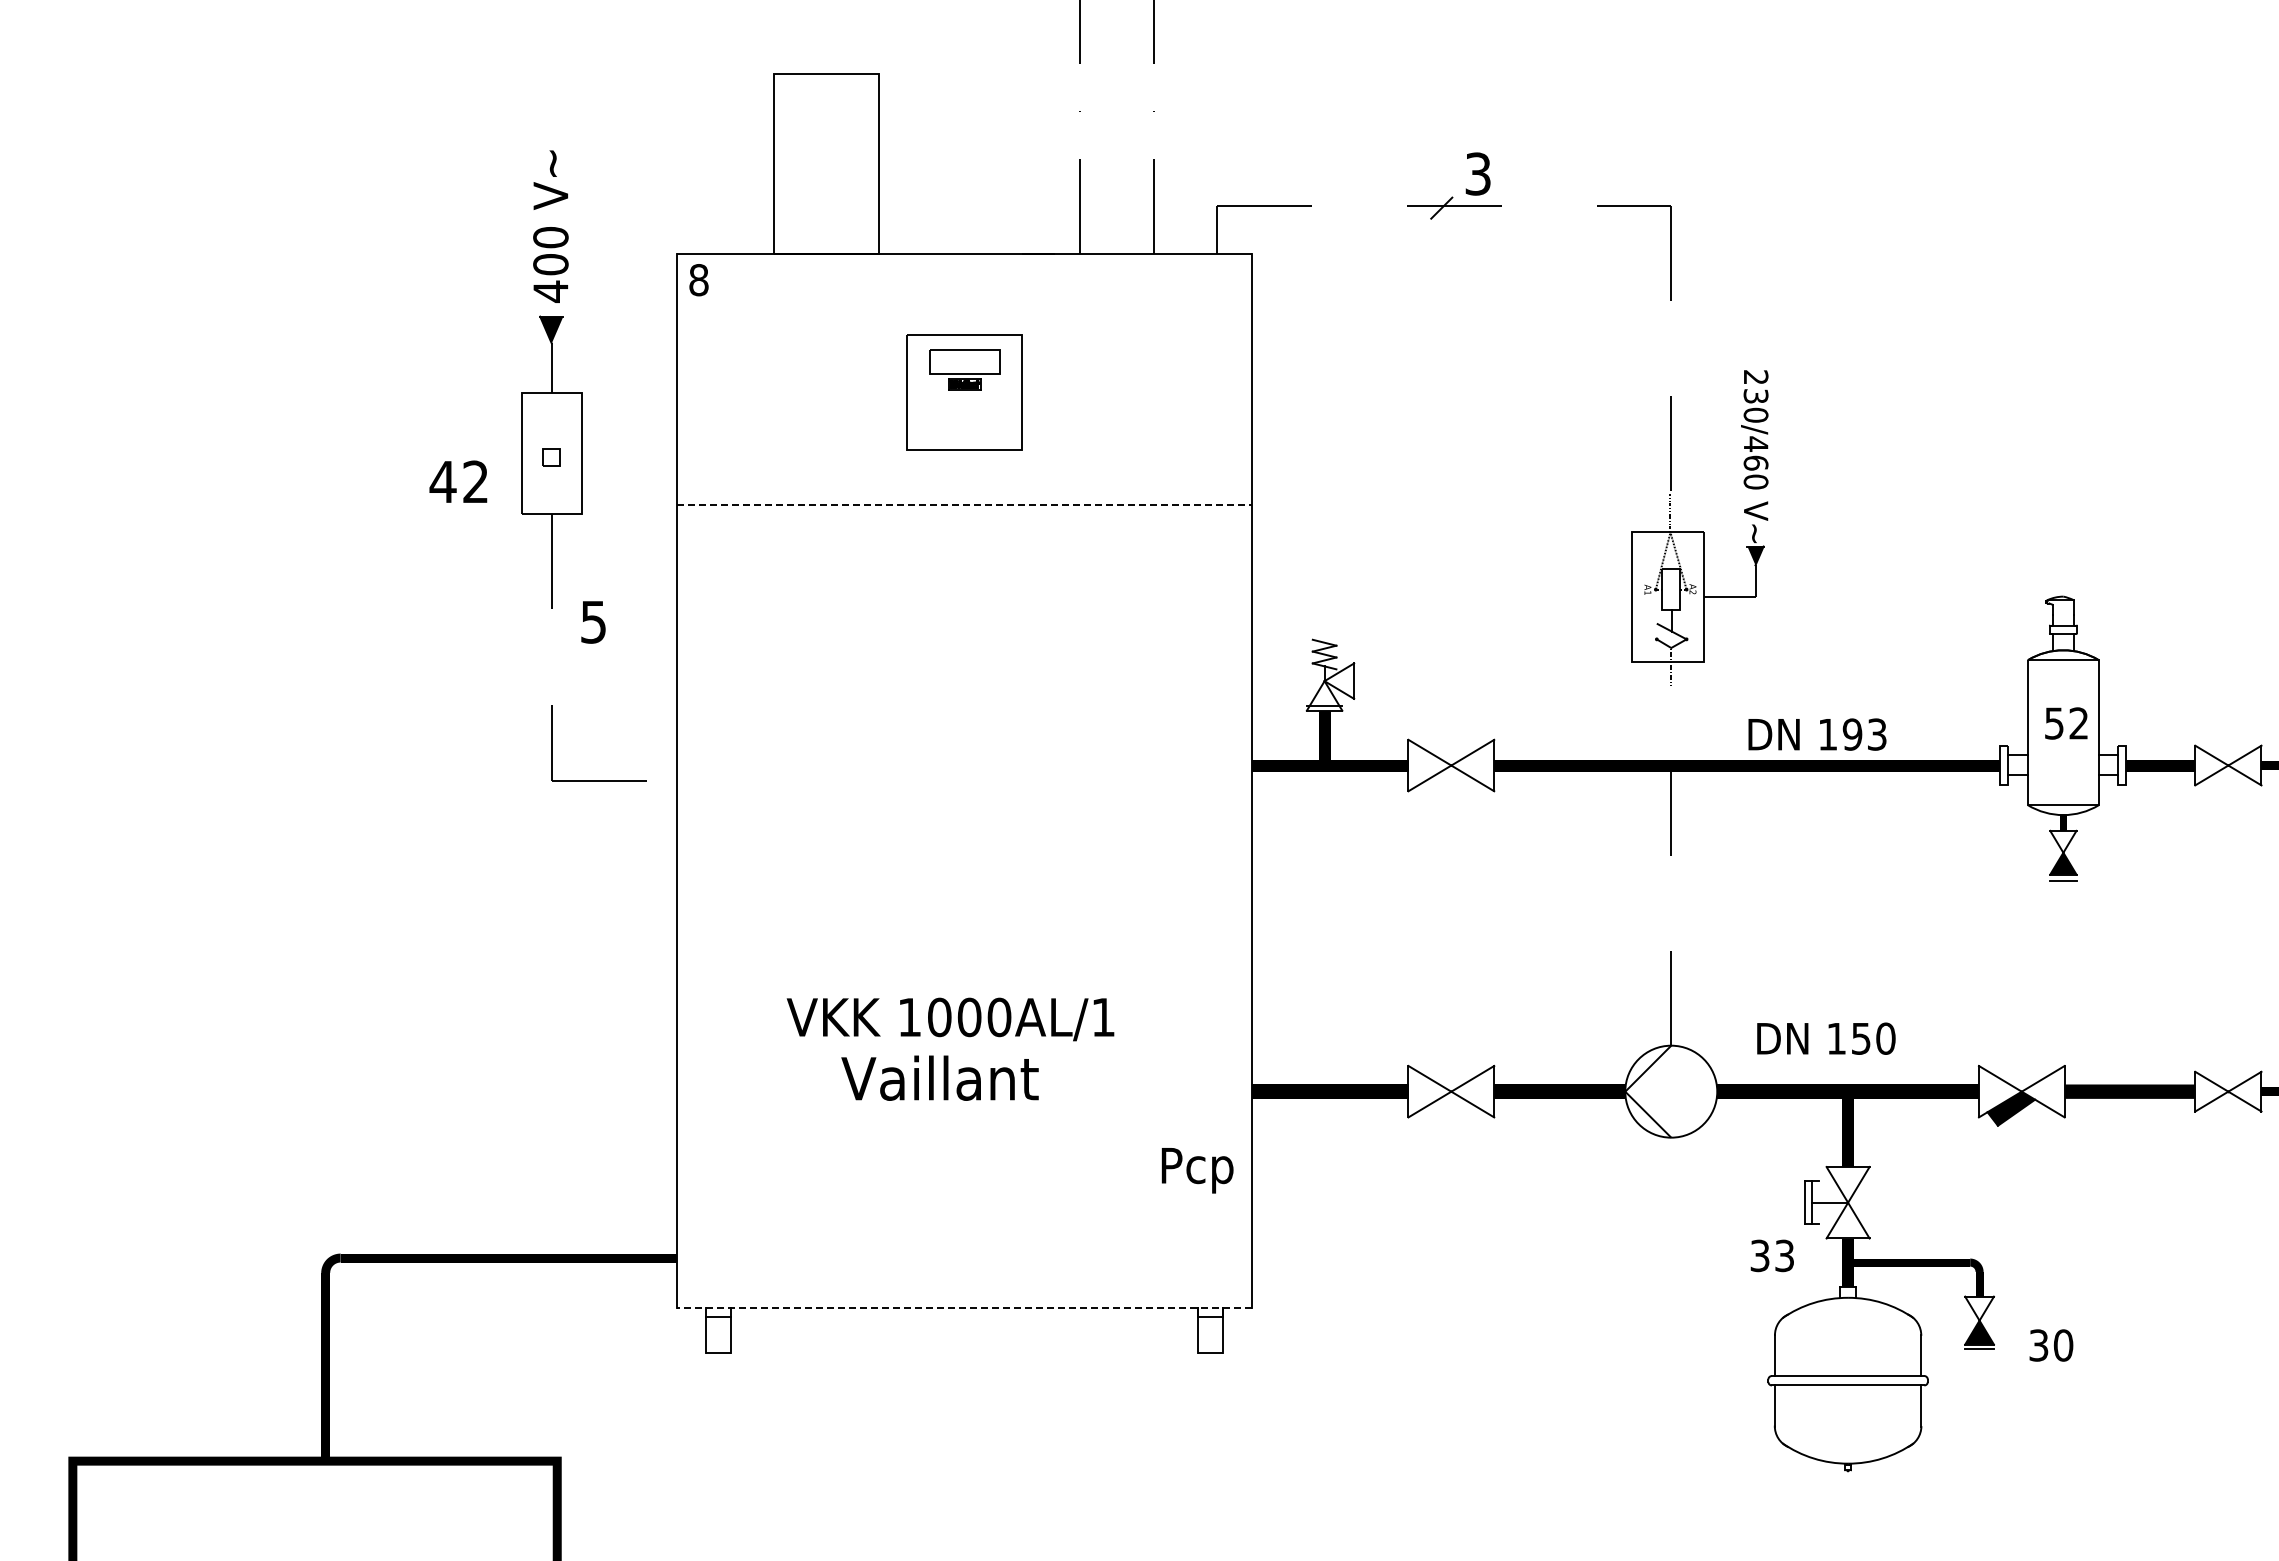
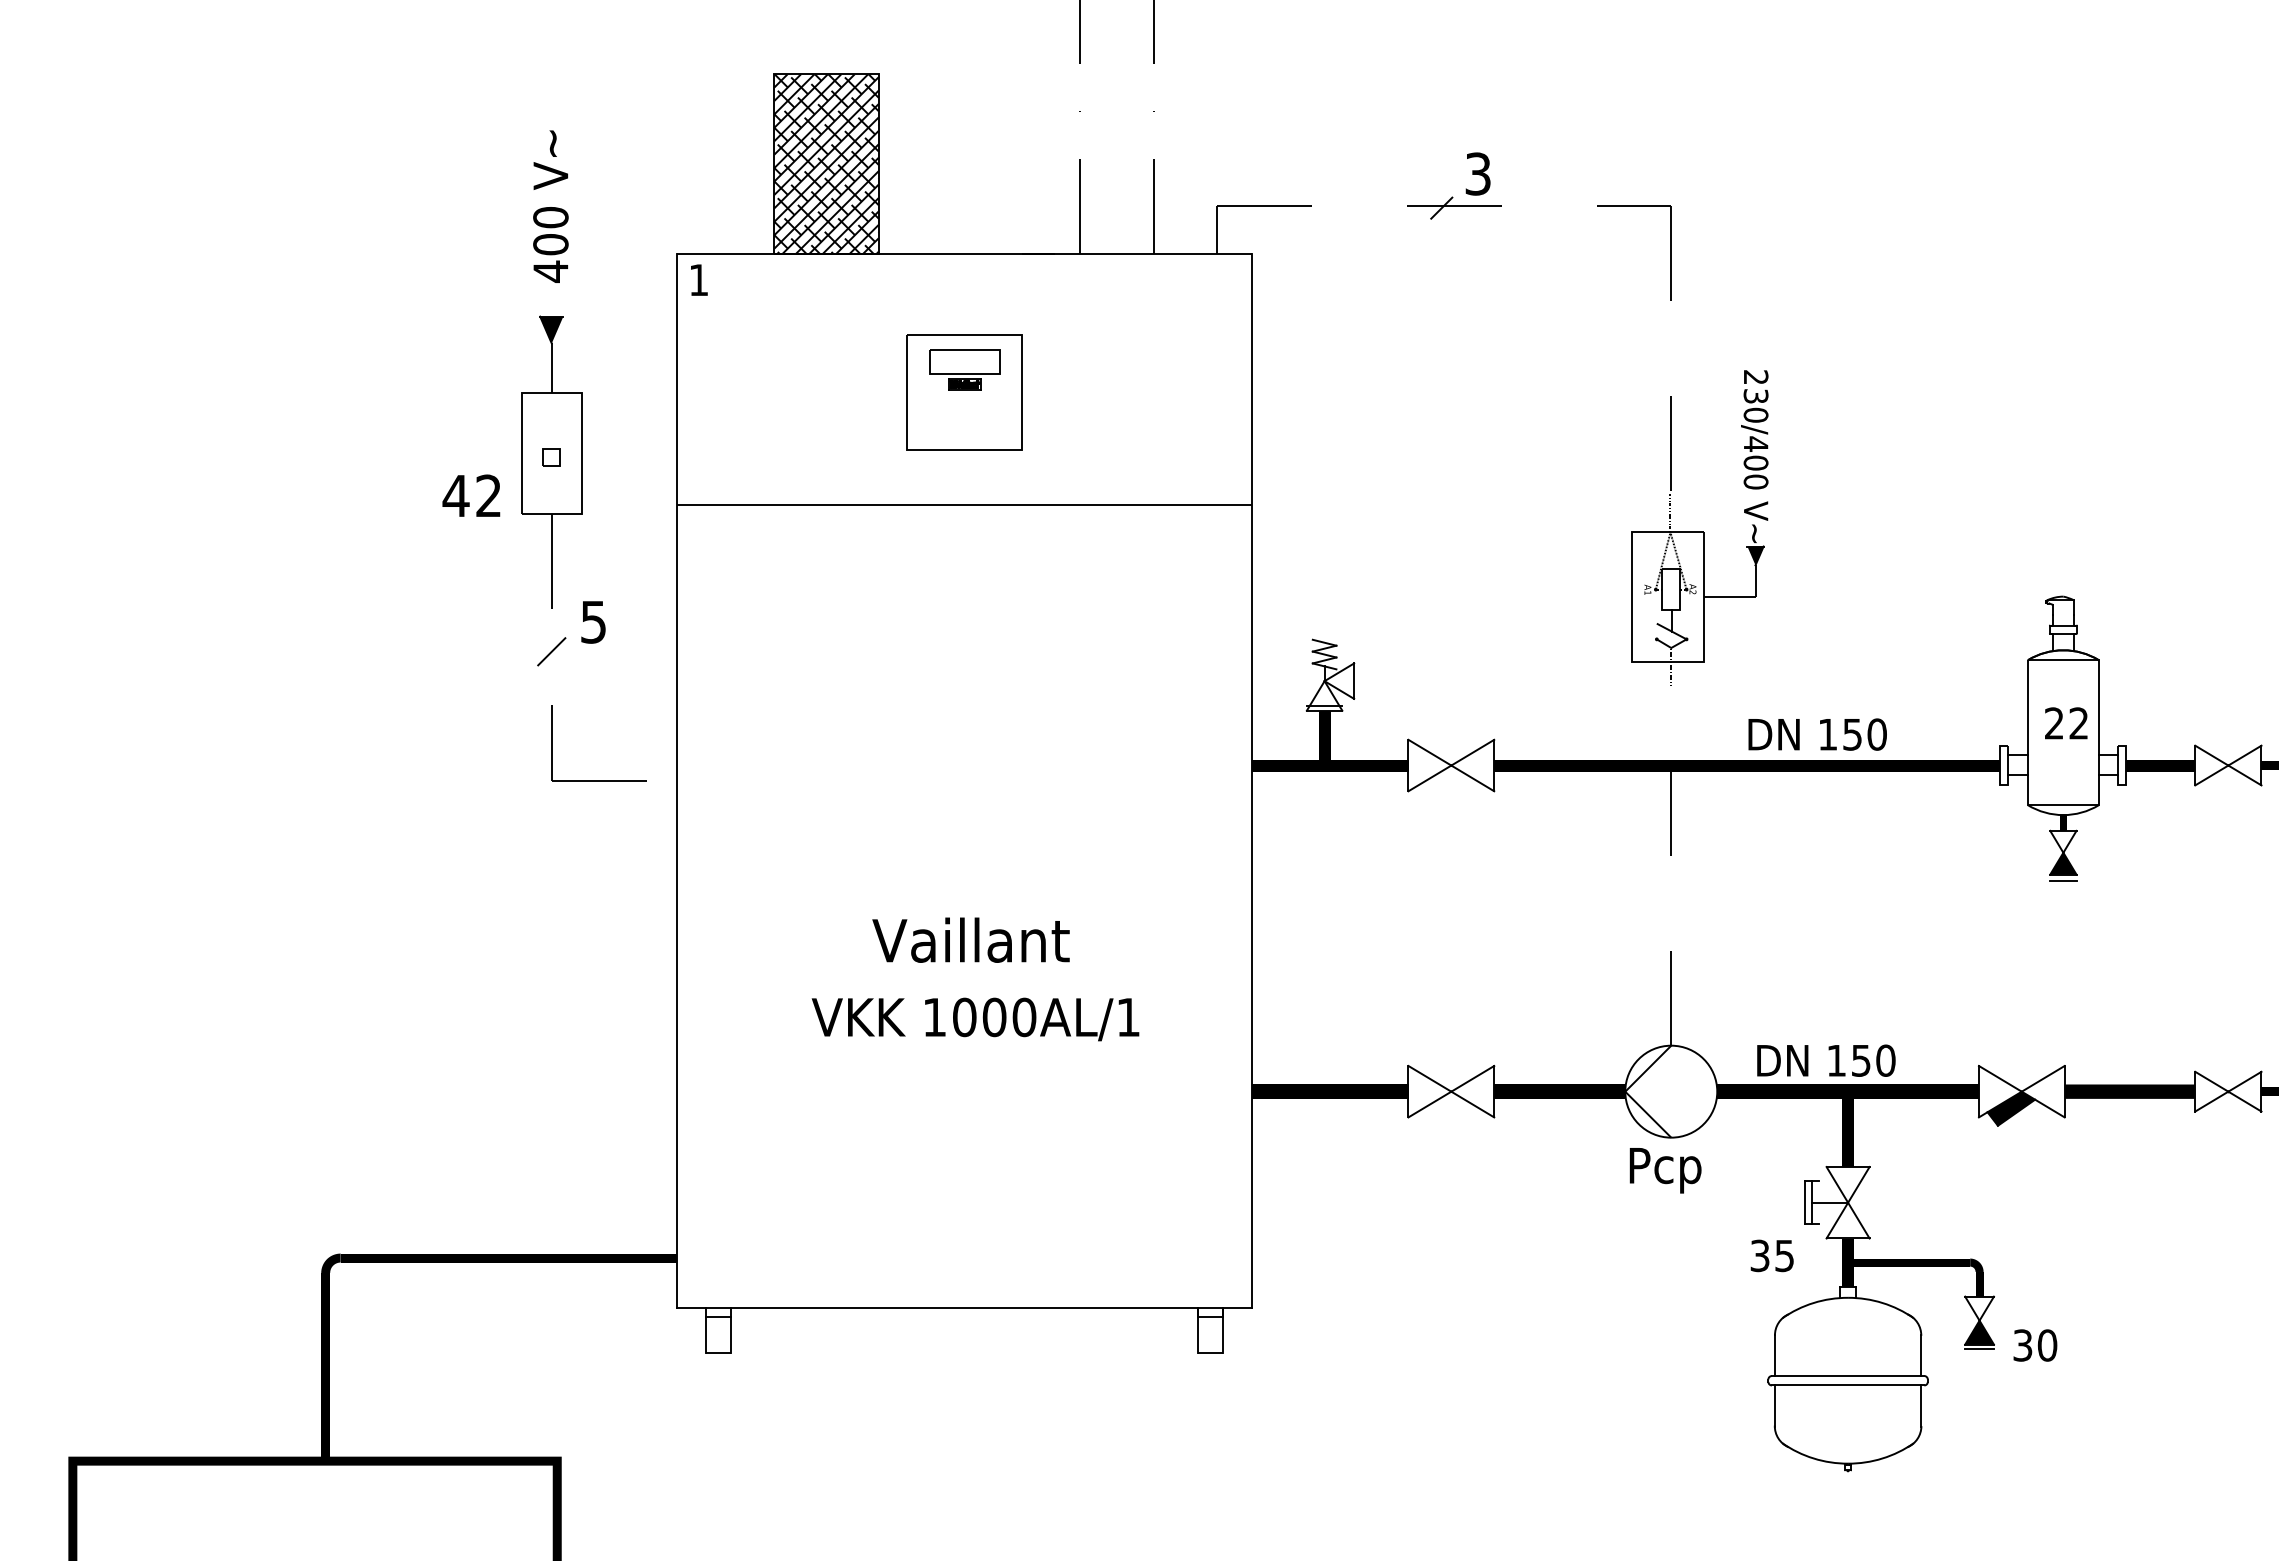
hatch at (826, 164): none -> present
text at (550, 226) position: (550, 226) -> (550, 206)
text at (698, 280): 8 -> 1
text at (1756, 462): 230/460 -> 230/400
text at (458, 481) position: (458, 481) -> (471, 495)
line at (964, 505): dashed -> solid
line at (551, 651): none -> present
text at (2054, 723): 52 -> 22
text at (1864, 734): 193 -> 150
text at (950, 1019) position: (950, 1019) -> (975, 1019)
text at (1826, 1038) position: (1826, 1038) -> (1826, 1060)
text at (939, 1077) position: (939, 1077) -> (970, 939)
text at (1197, 1170) position: (1197, 1170) -> (1665, 1170)
text at (1784, 1255): 33 -> 35
line at (963, 1308): dashed -> solid
text at (2051, 1345) position: (2051, 1345) -> (2035, 1345)
